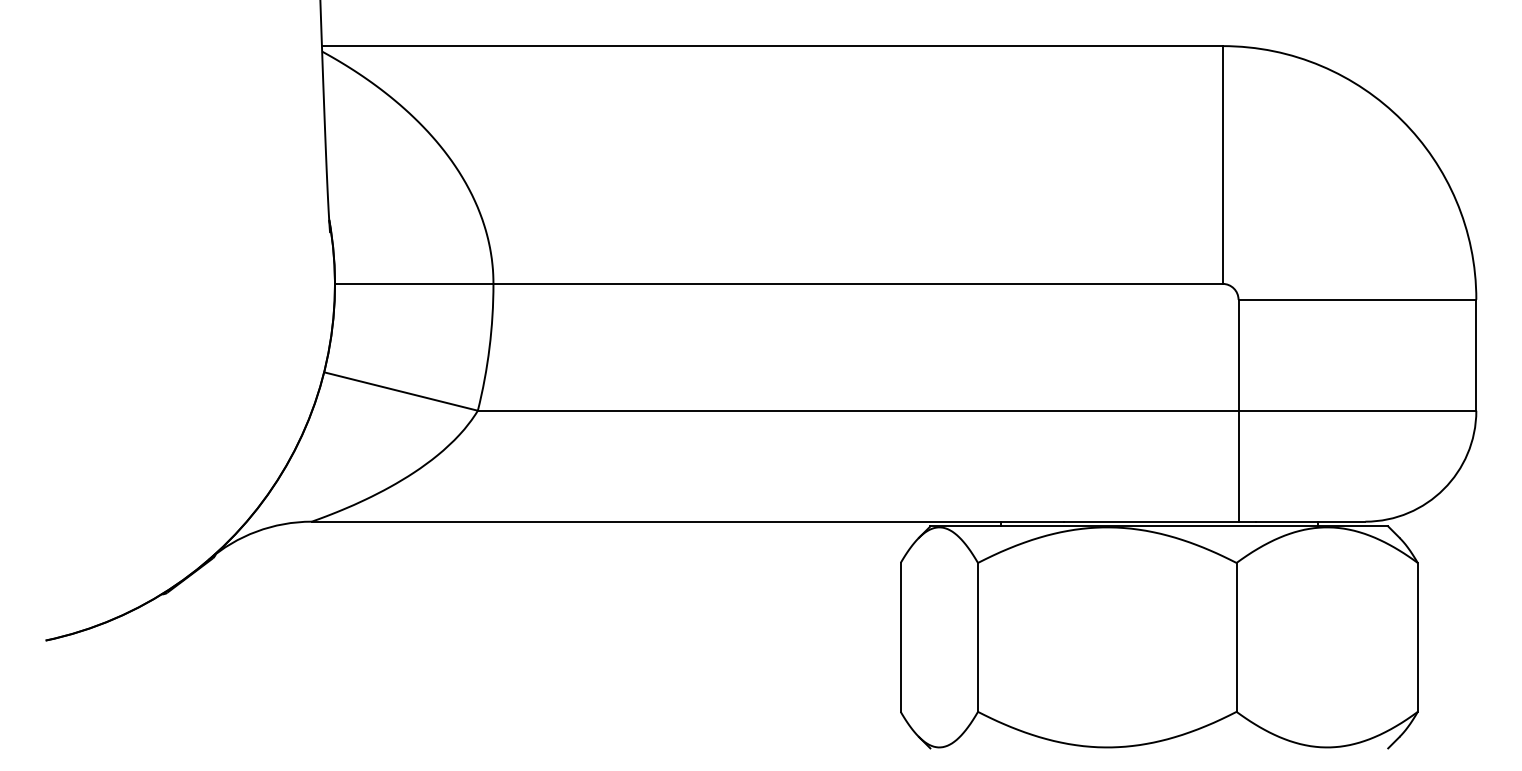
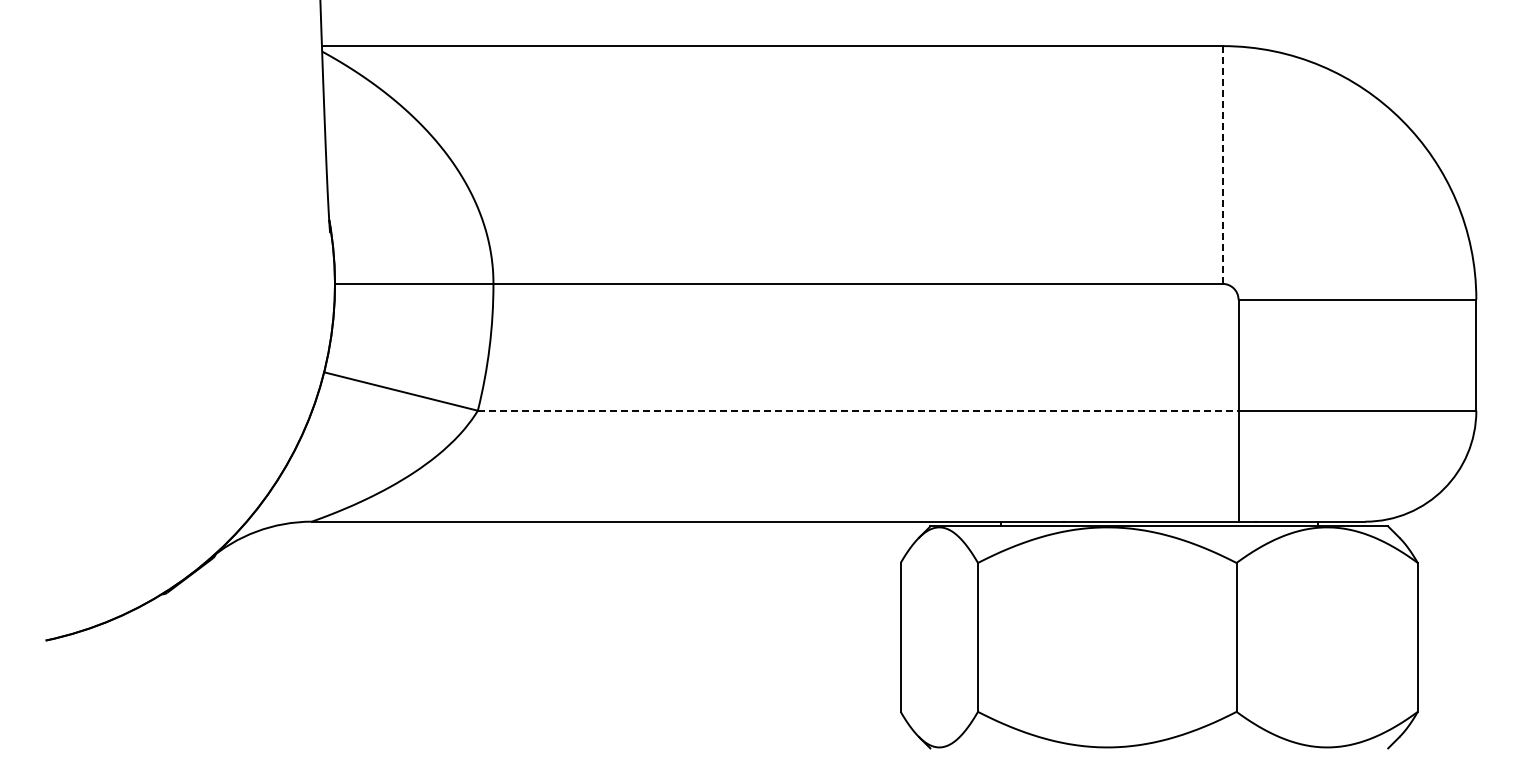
line at (1222, 165): solid -> dashed
line at (858, 410): solid -> dashed
